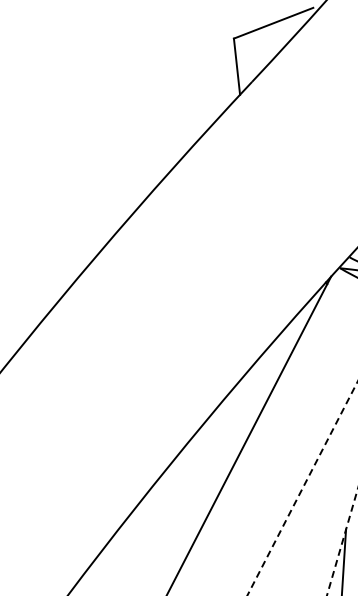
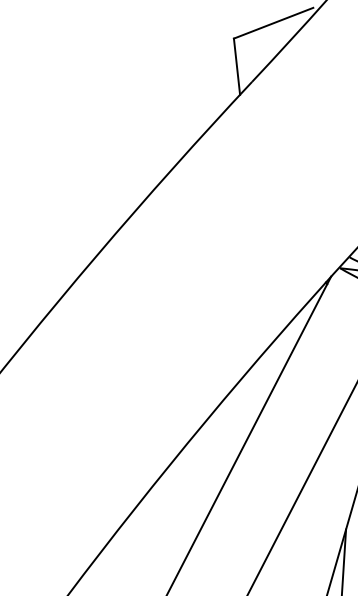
line at (302, 488): dashed -> solid
line at (342, 542): dashed -> solid
